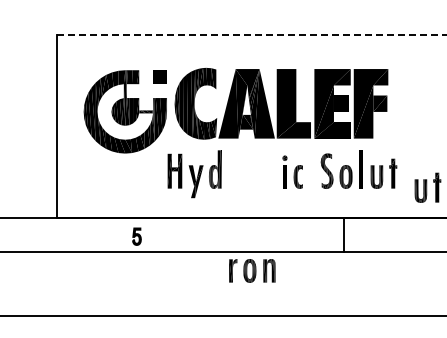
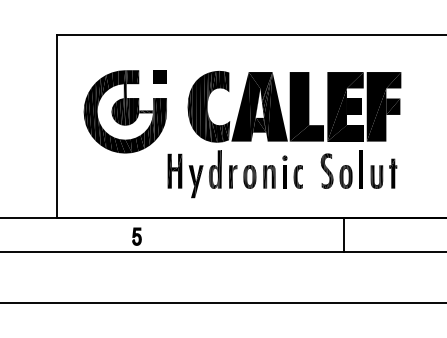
line at (251, 34): dashed -> solid
part at (281, 103) position: (281, 103) -> (294, 106)
part at (427, 187): present -> none
part at (252, 270) position: (252, 270) -> (252, 176)
line at (222, 316) position: (222, 316) -> (222, 303)
